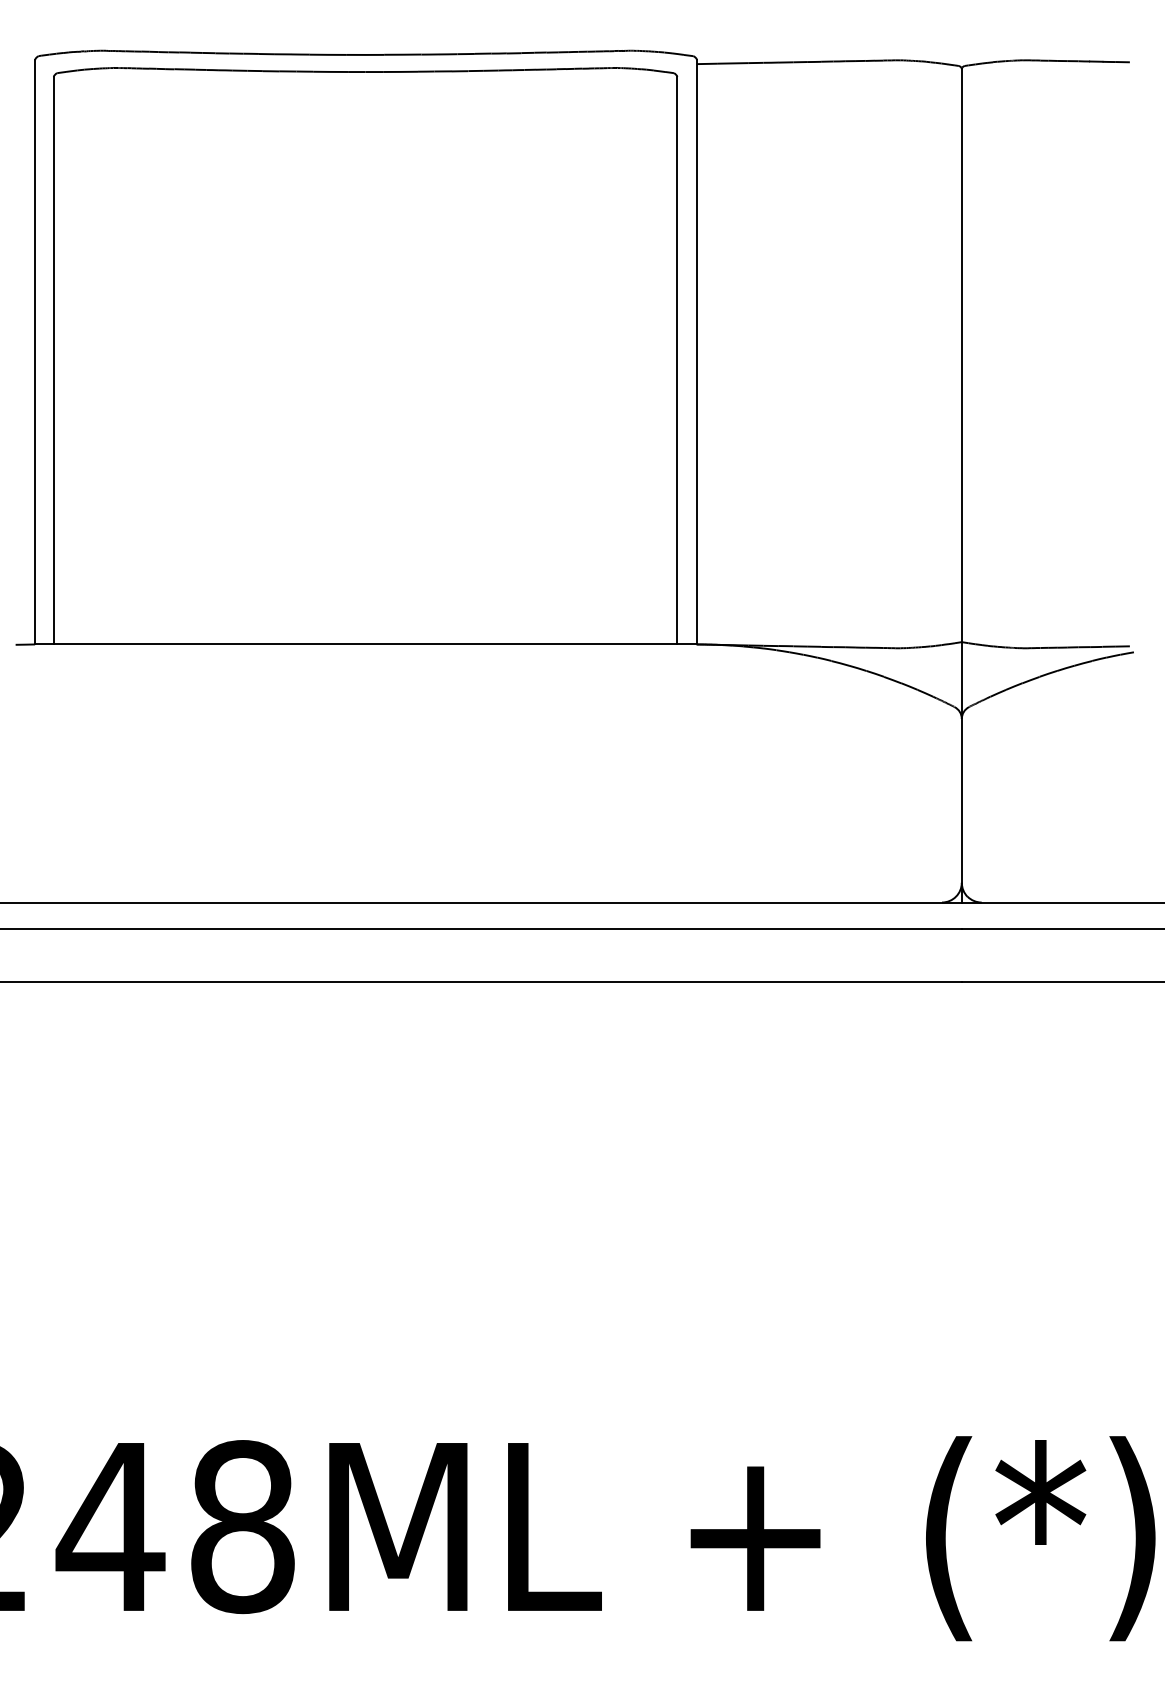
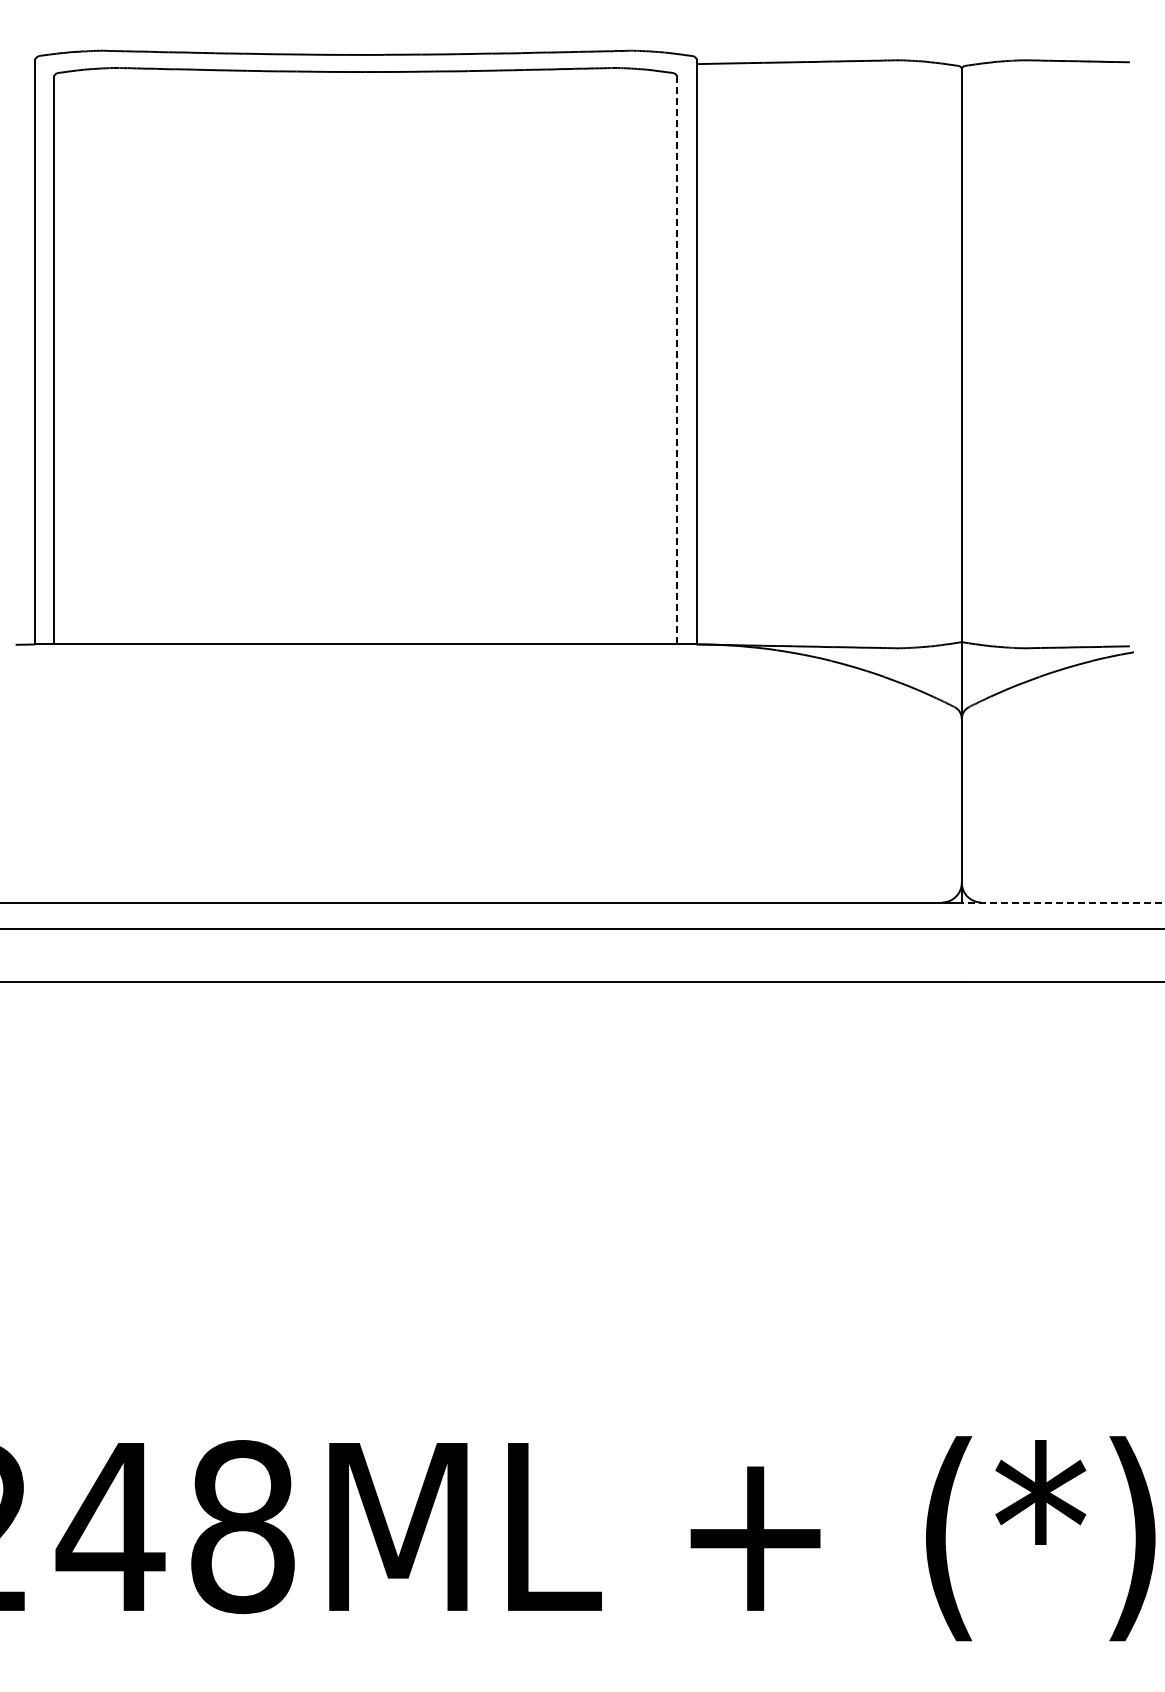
line at (677, 360): solid -> dashed
line at (1062, 902): solid -> dashed
